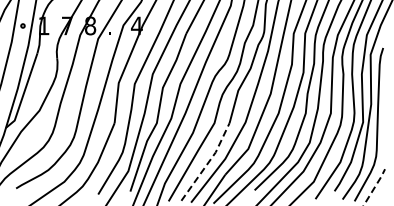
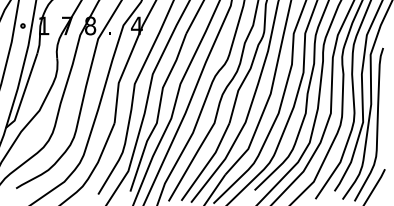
line at (208, 162): dashed -> solid
line at (375, 187): dashed -> solid
